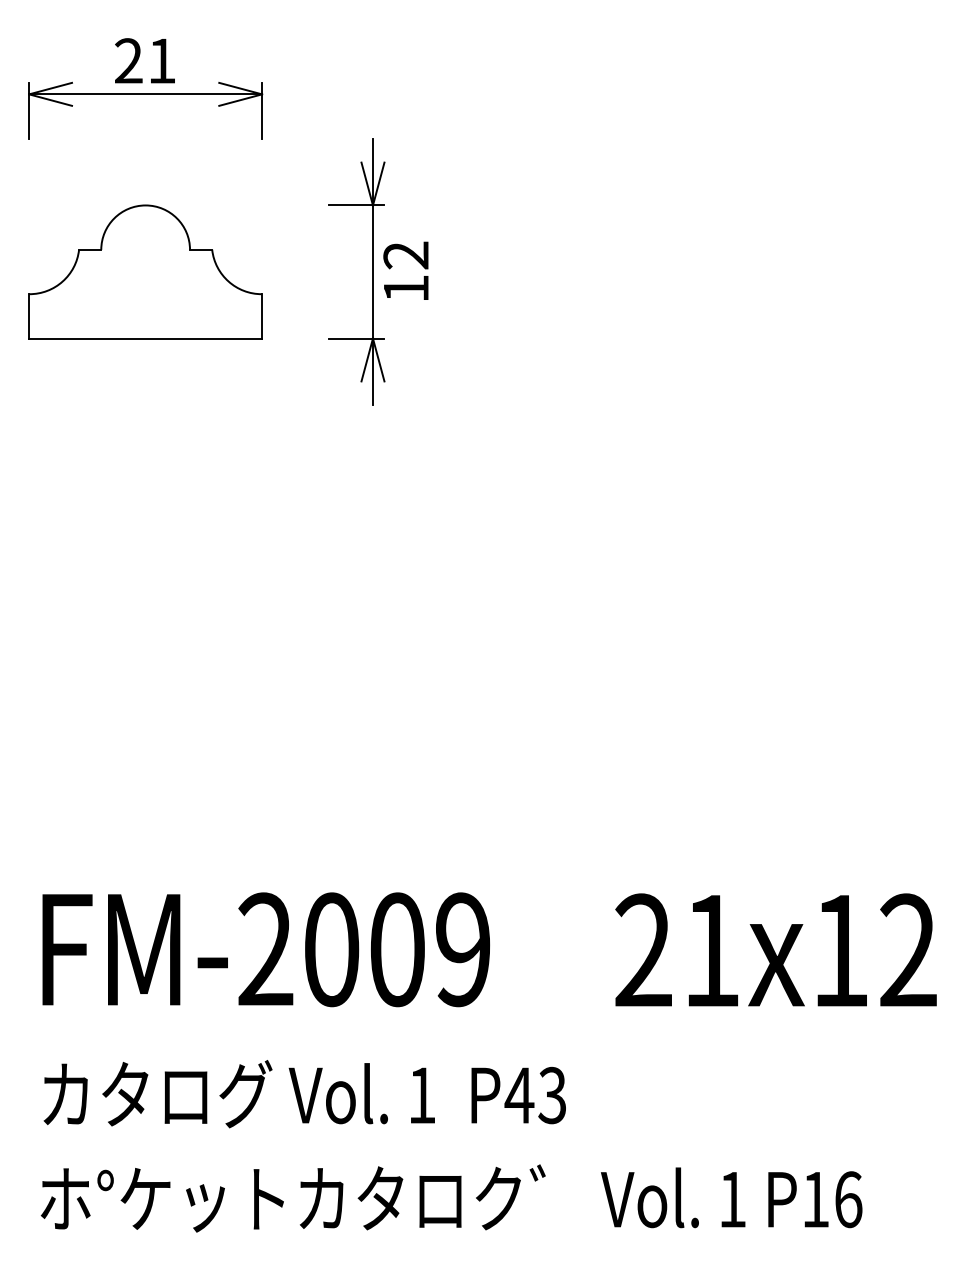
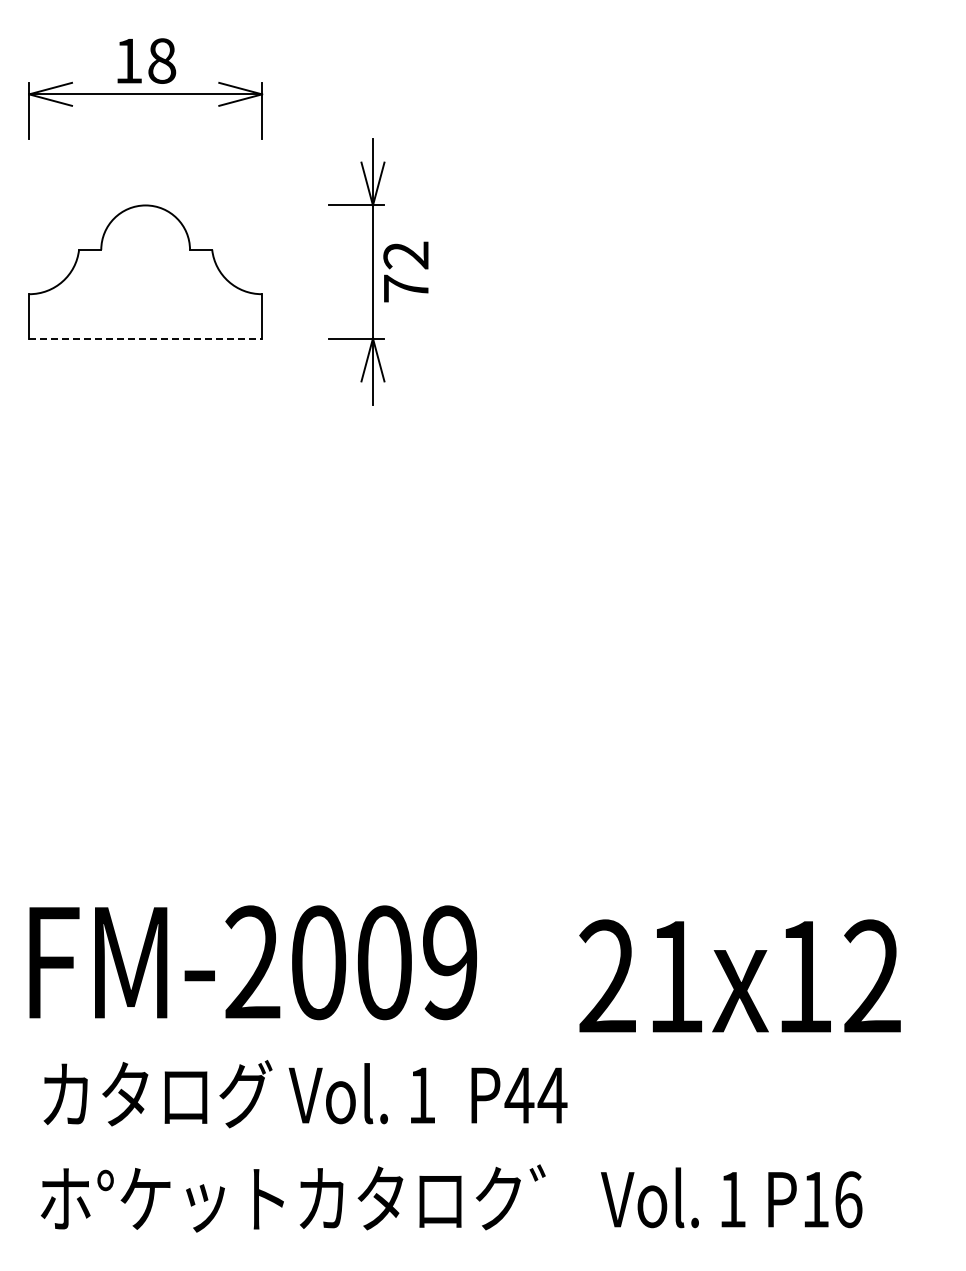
text at (145, 60): 21 -> 18
text at (406, 288): 12 -> 72
line at (146, 338): solid -> dashed
text at (265, 949) position: (265, 949) -> (252, 962)
text at (775, 949) position: (775, 949) -> (739, 975)
text at (552, 1095): P43 -> P44
